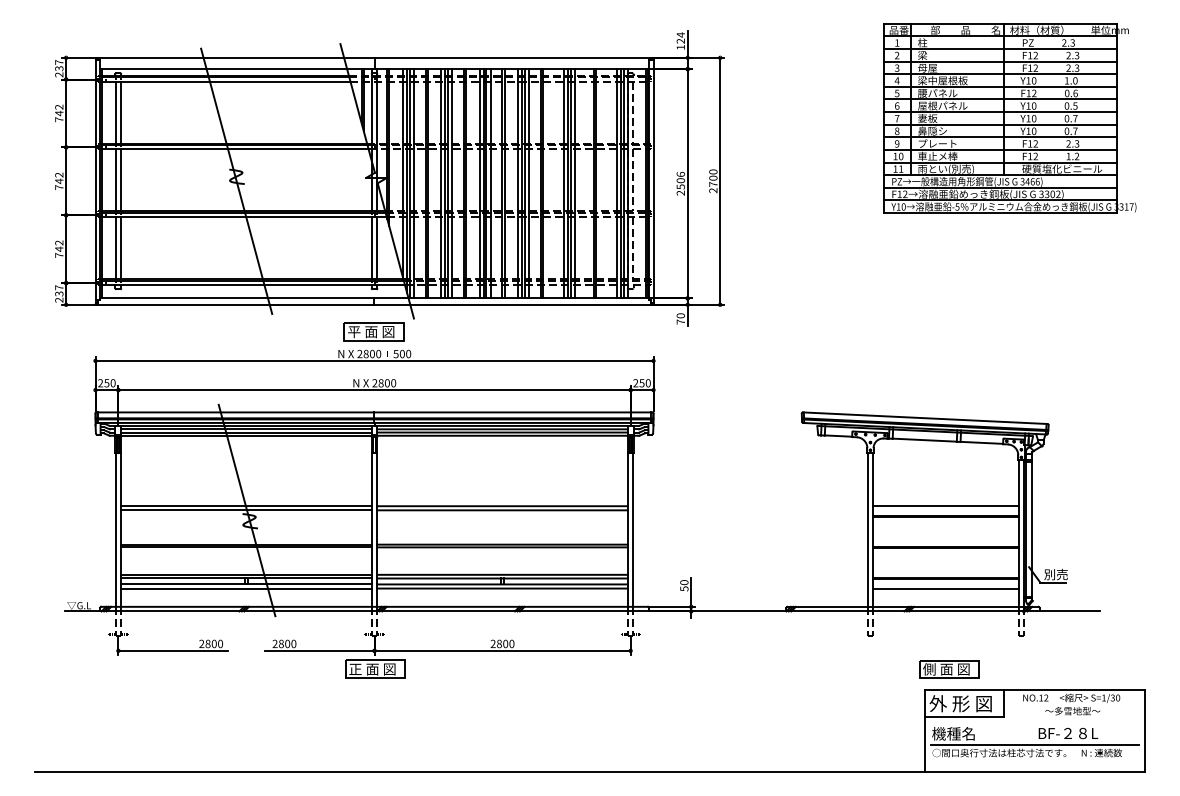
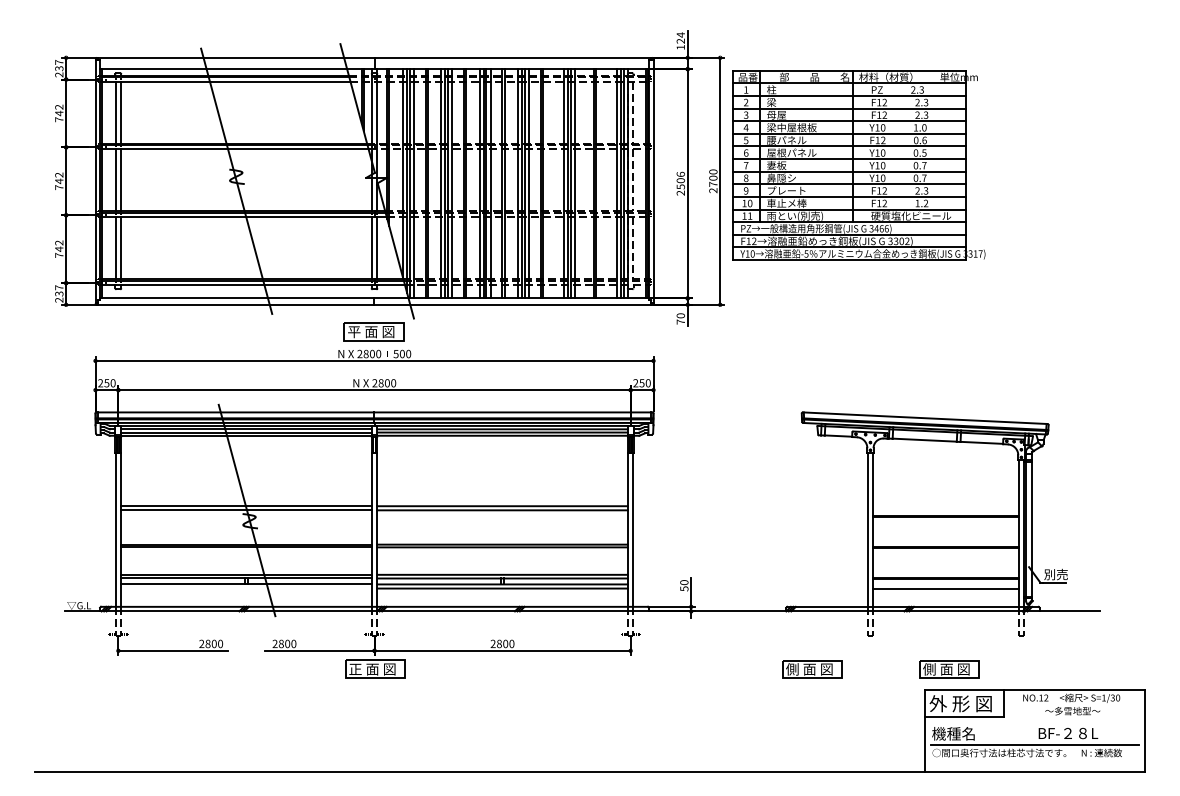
part at (1009, 118) position: (1009, 118) -> (858, 165)
line at (945, 506): present -> none
line at (246, 588): present -> none
part at (812, 669): none -> present
